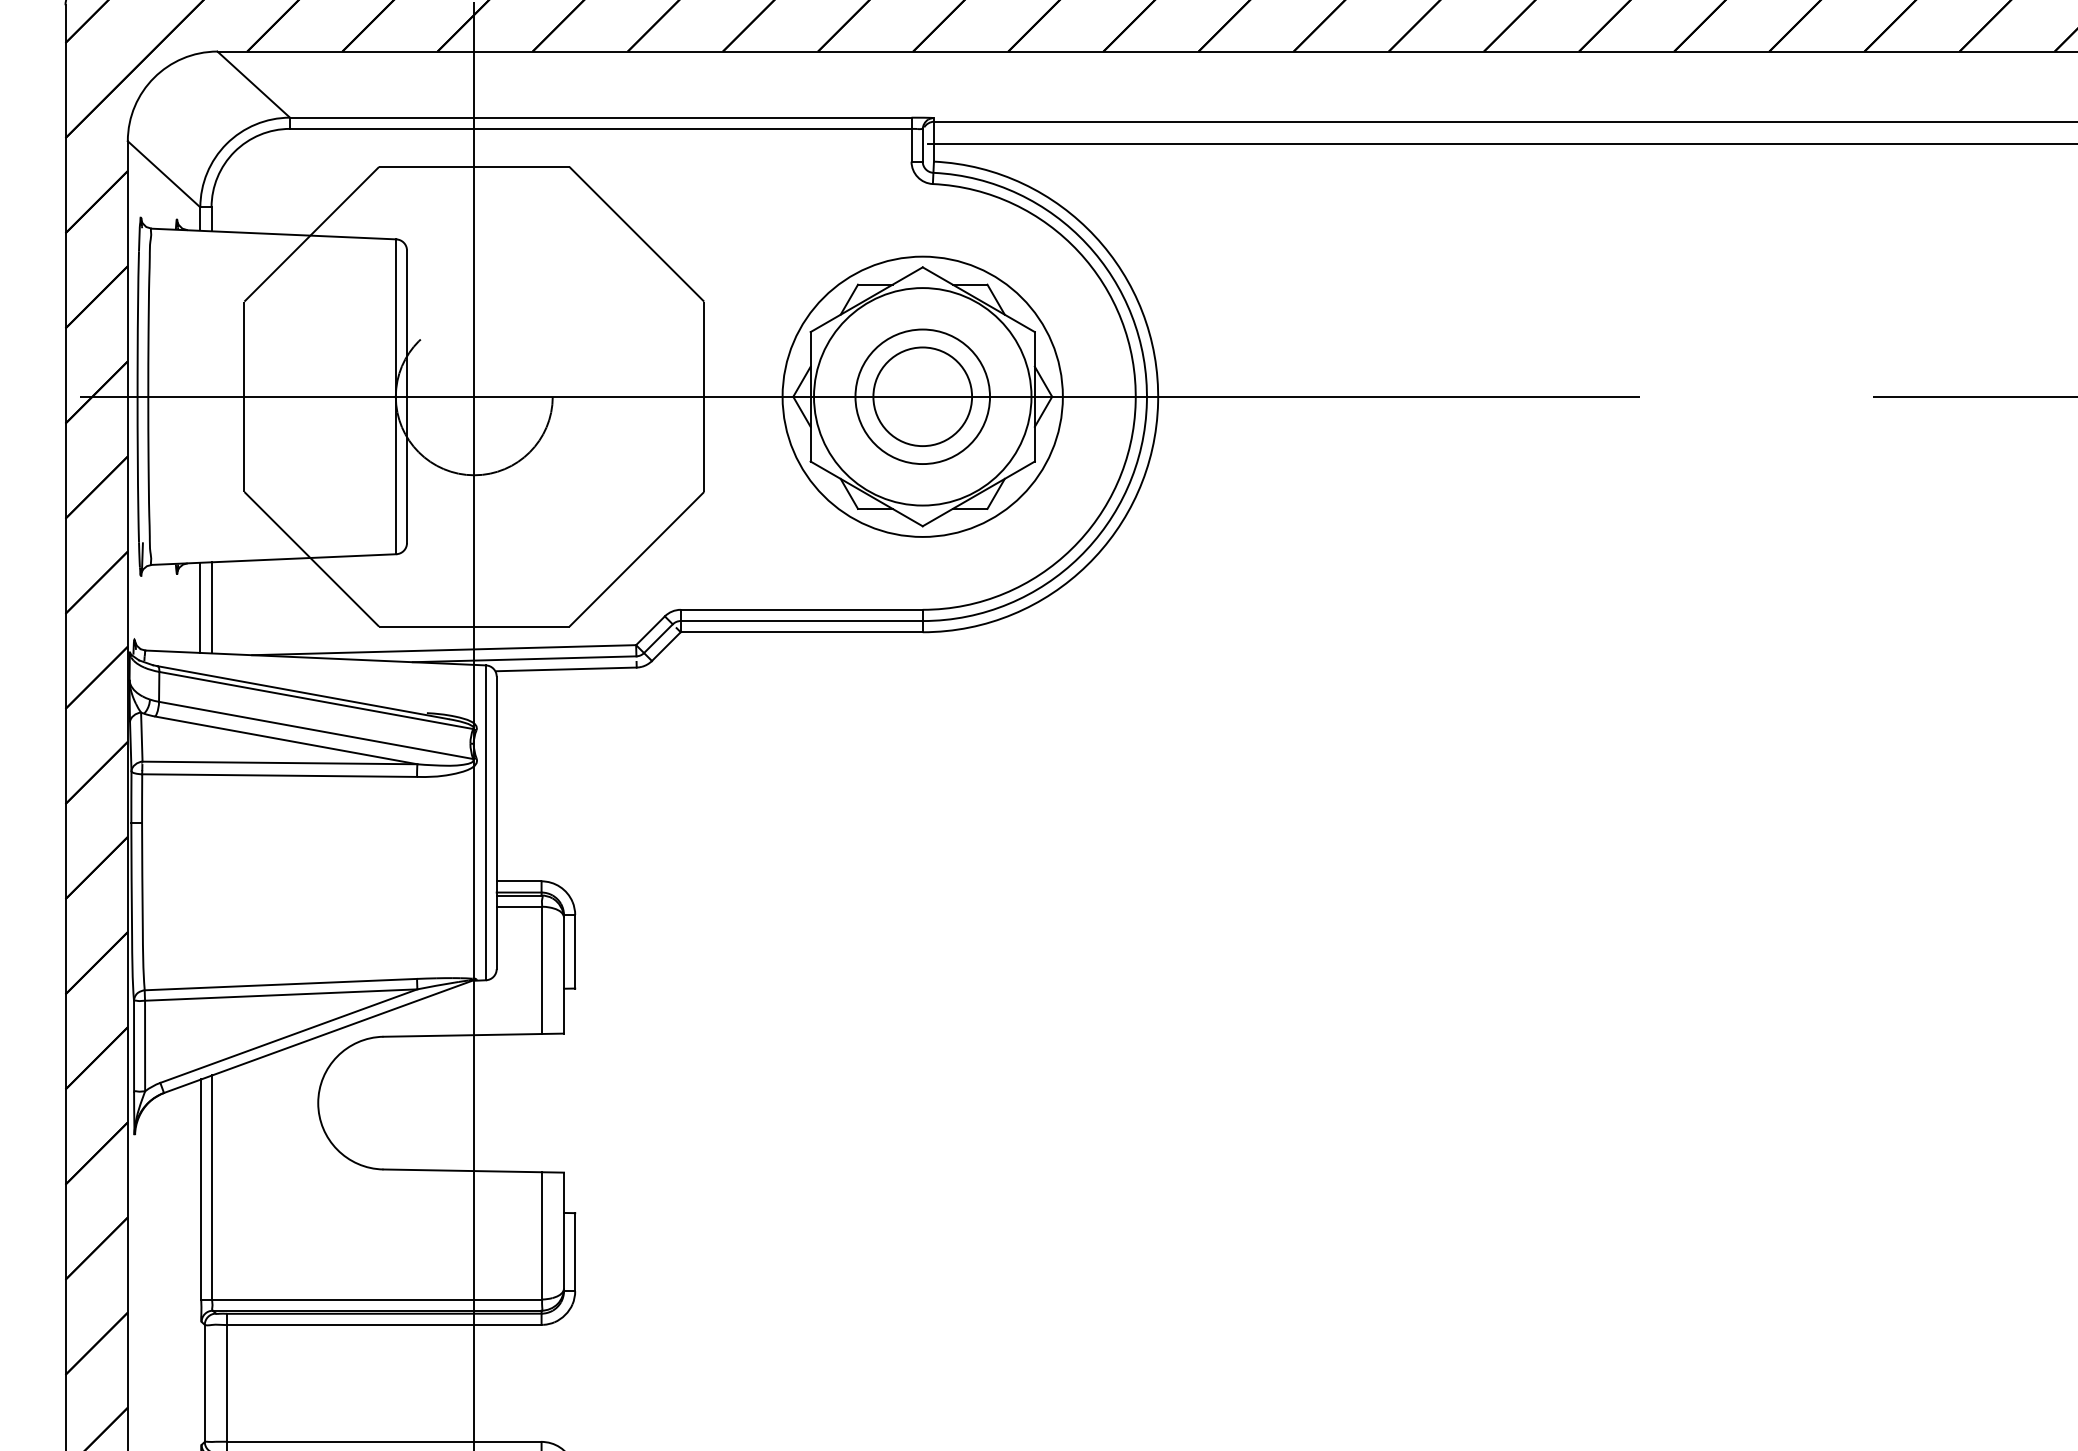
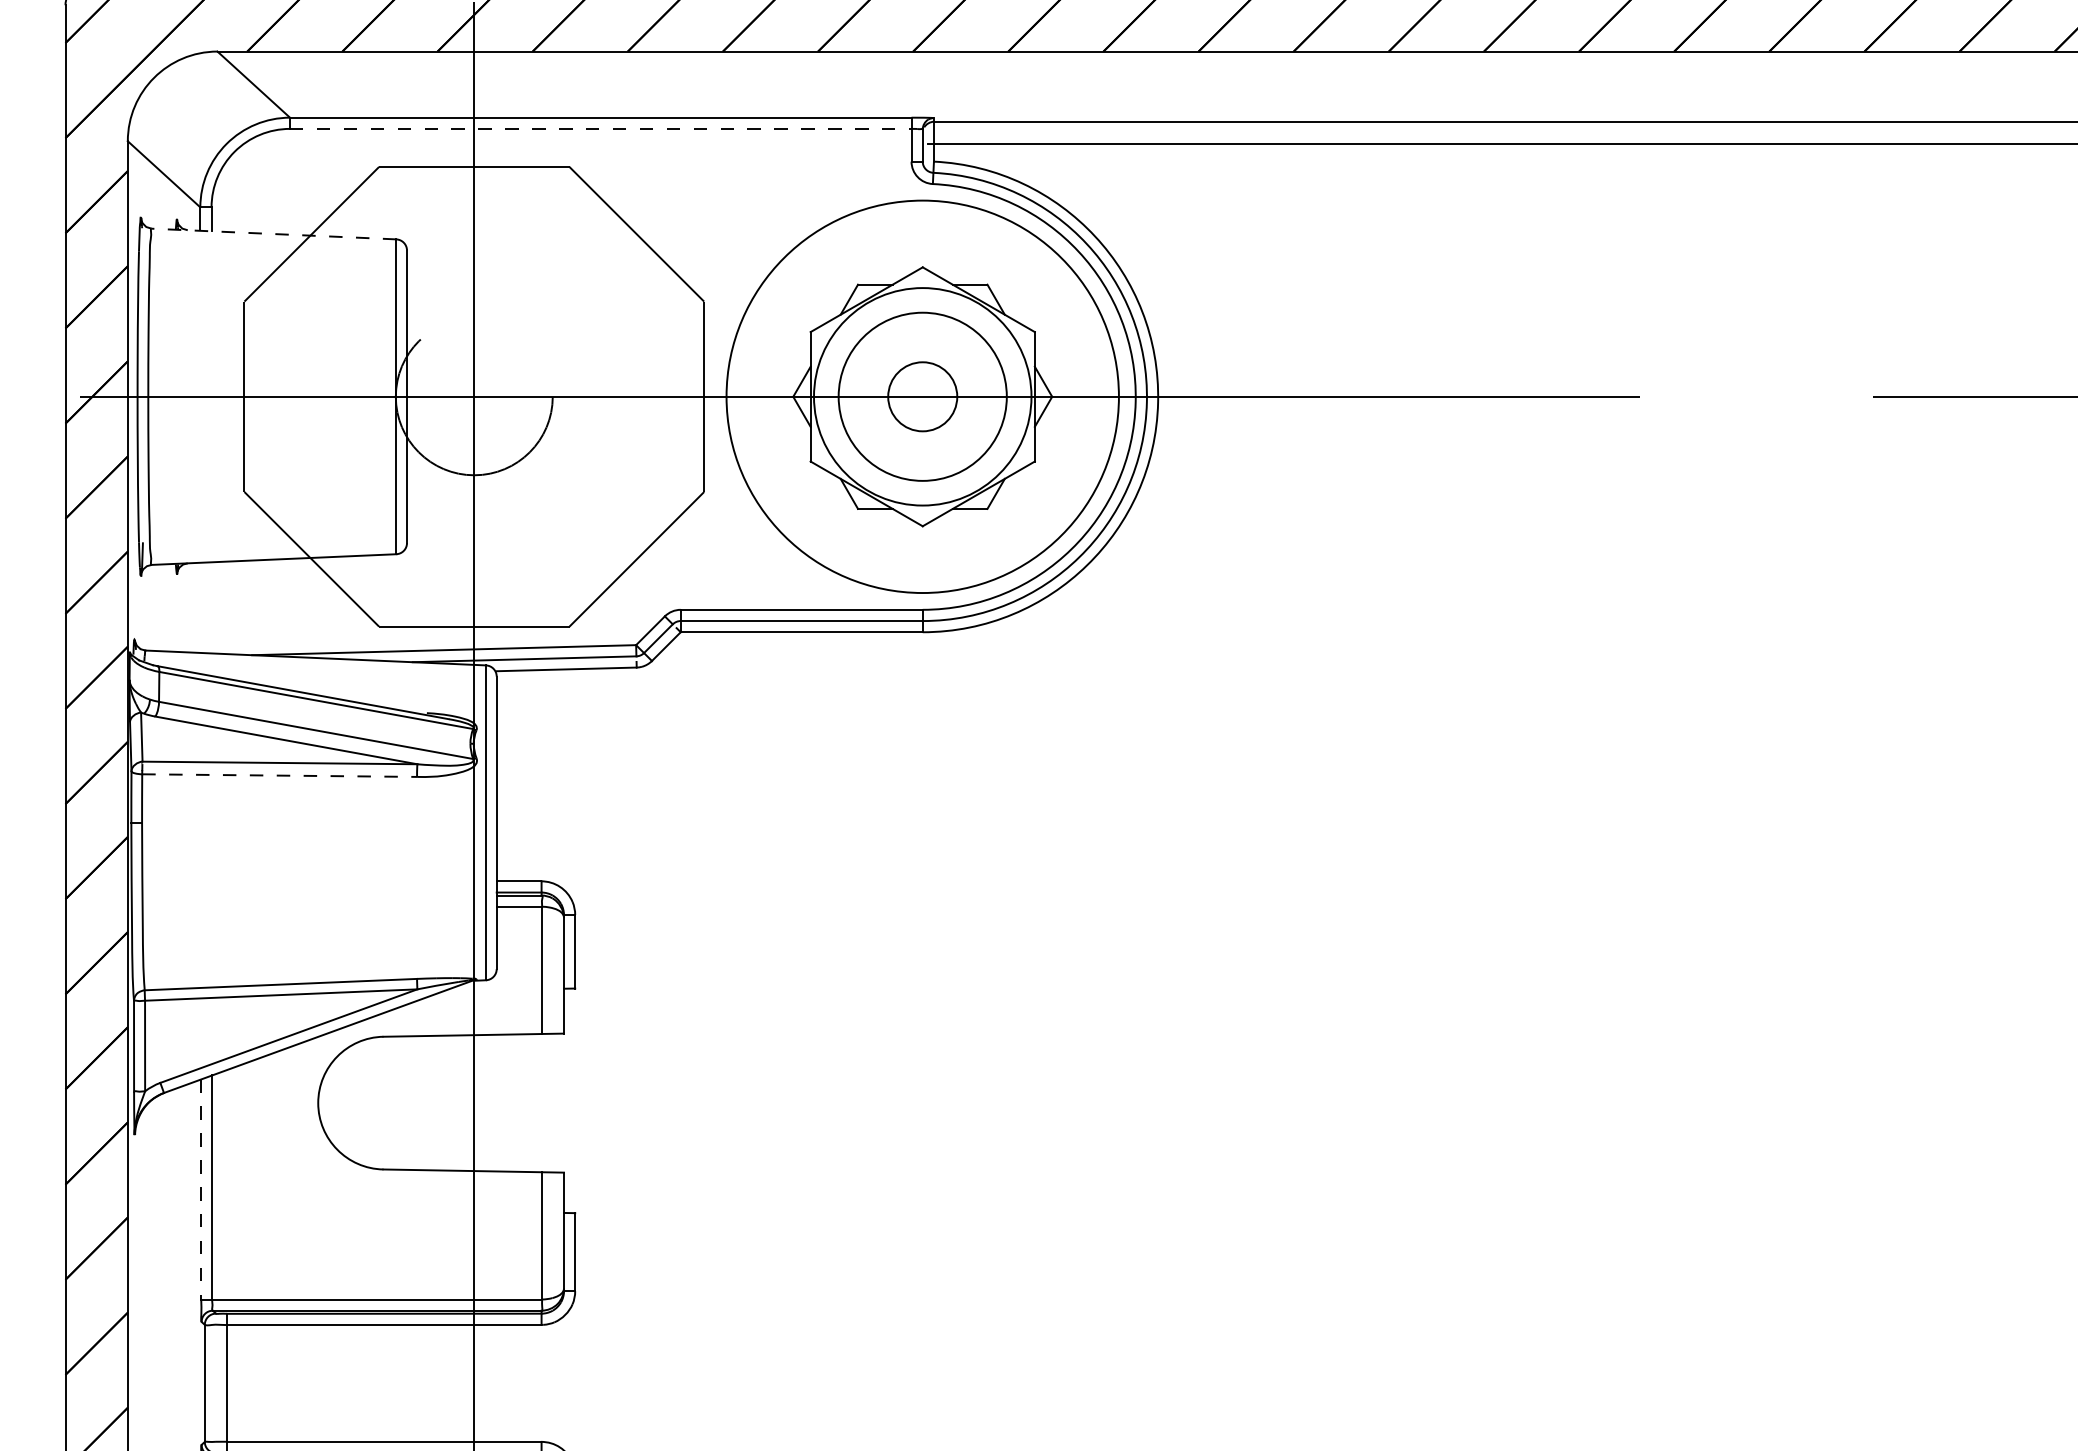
line at (600, 128): solid -> dashed
line at (273, 234): solid -> dashed
circle at (922, 396) diameter: 135 px -> 168 px
circle at (922, 396) diameter: 280 px -> 392 px
circle at (922, 396) diameter: 99 px -> 69 px
line at (200, 607): present -> none
line at (211, 607): present -> none
line at (280, 775): solid -> dashed
line at (201, 1189): solid -> dashed
